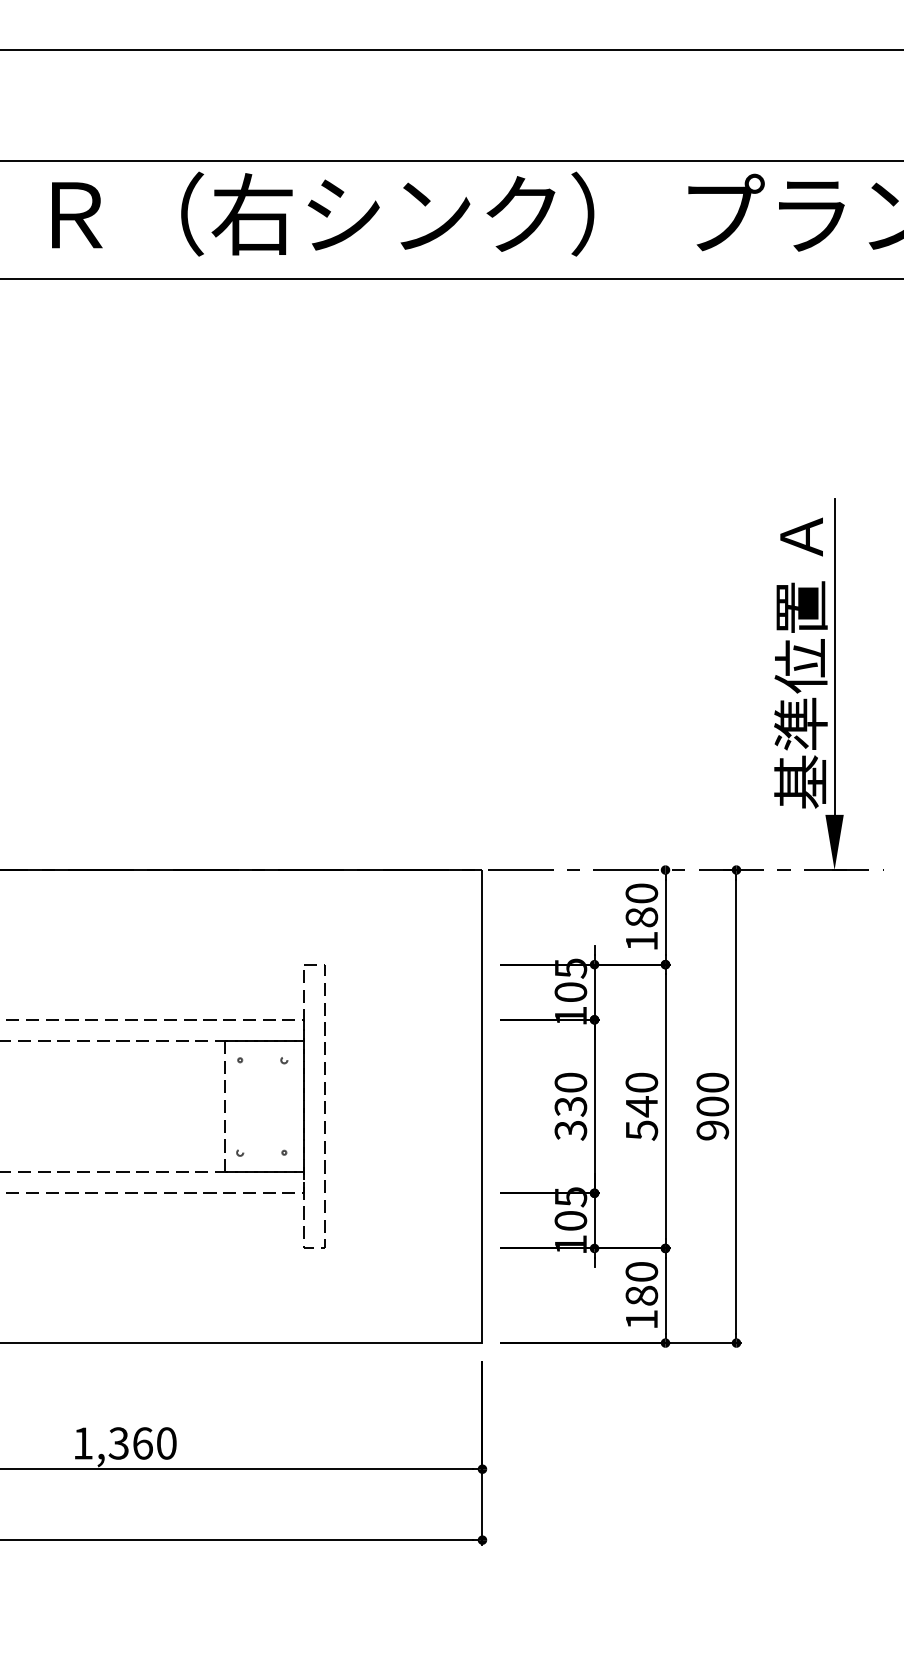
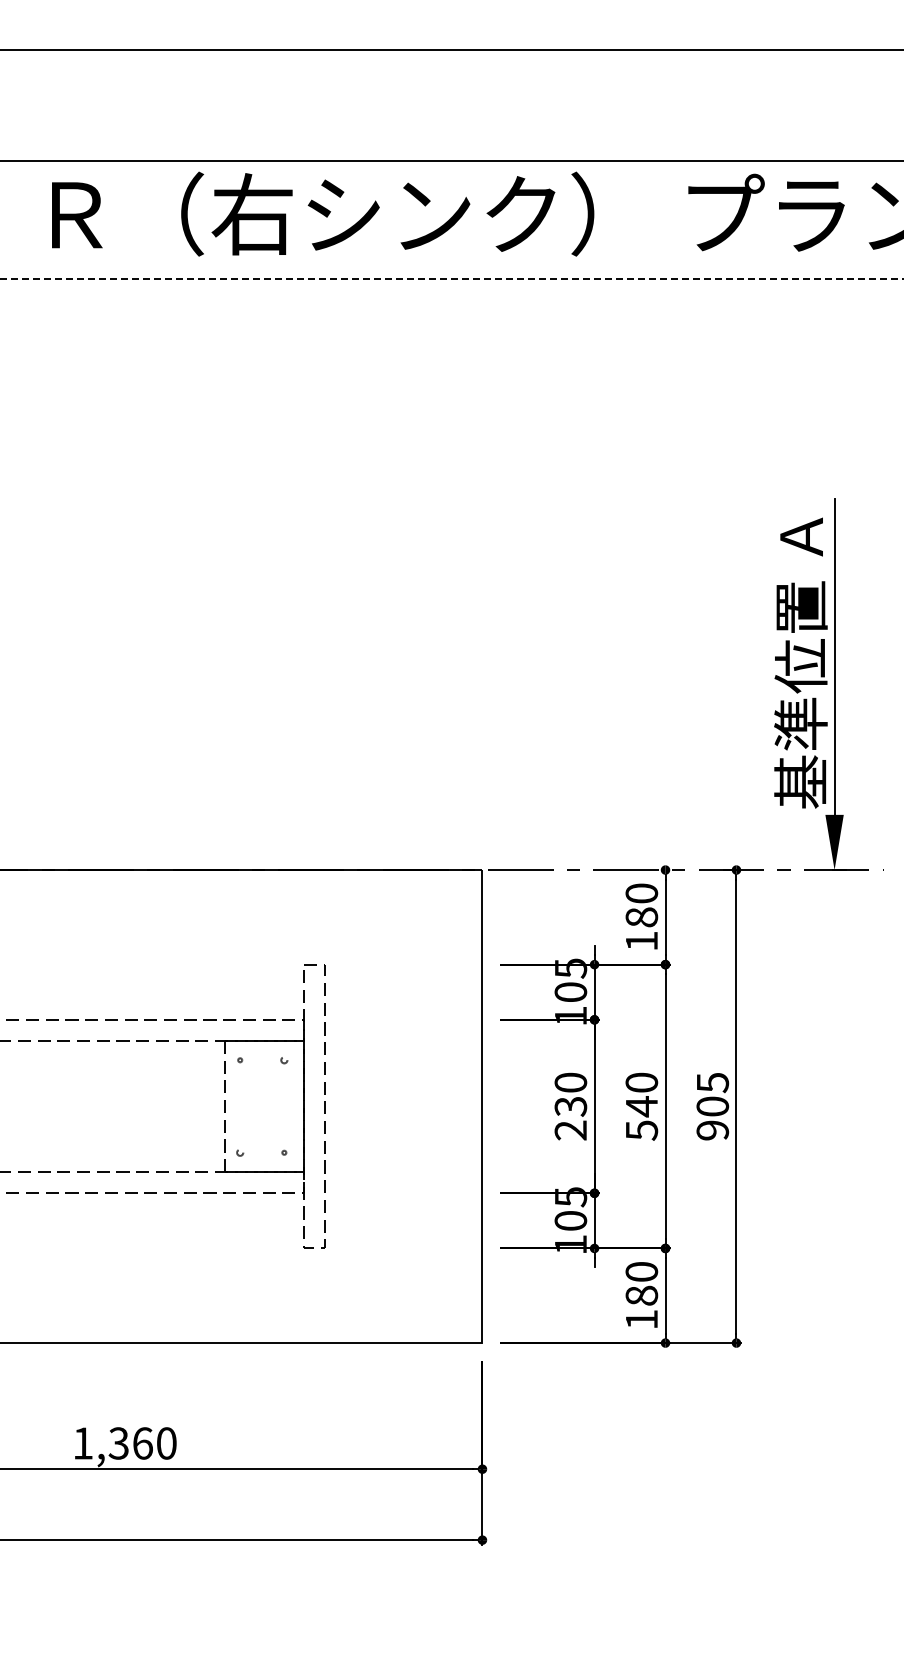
line at (451, 279): solid -> dashed
text at (712, 1082): 900 -> 905
text at (571, 1130): 330 -> 230
